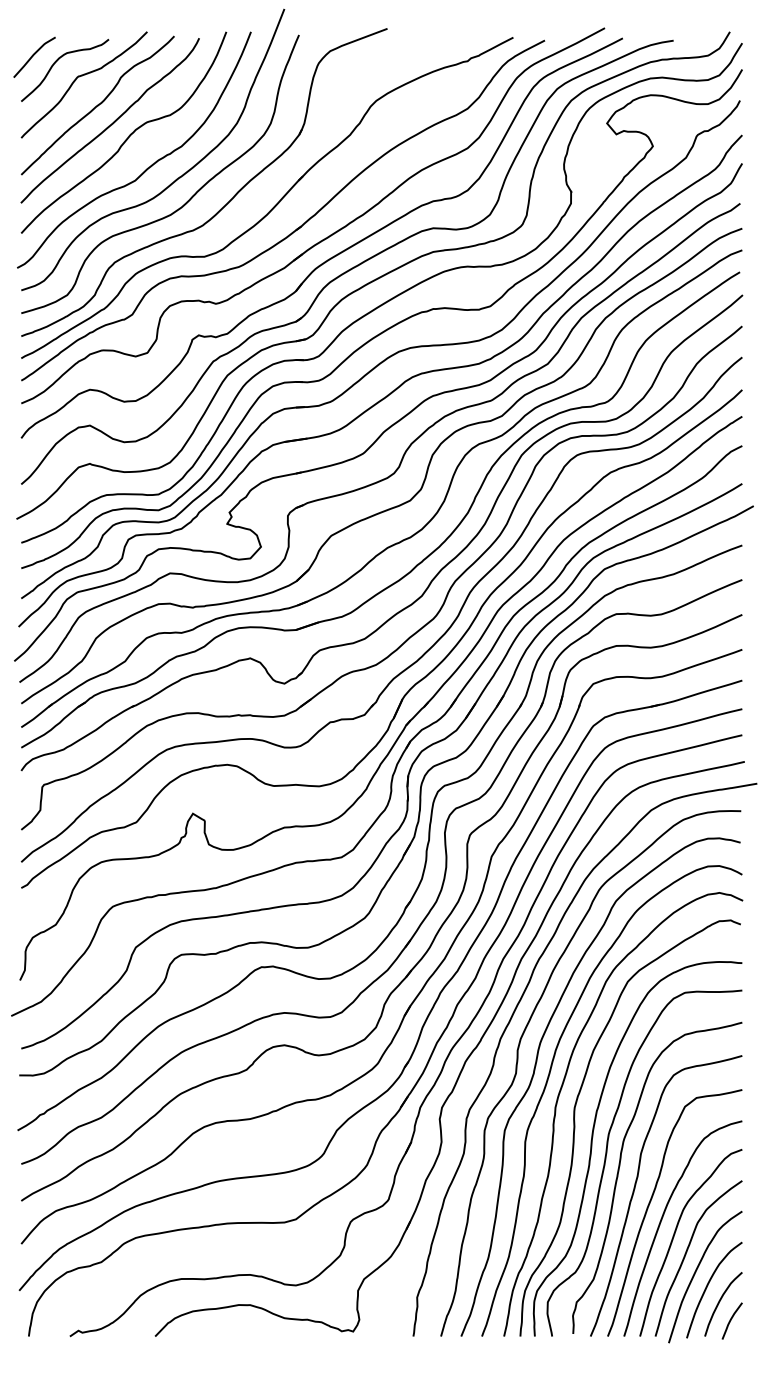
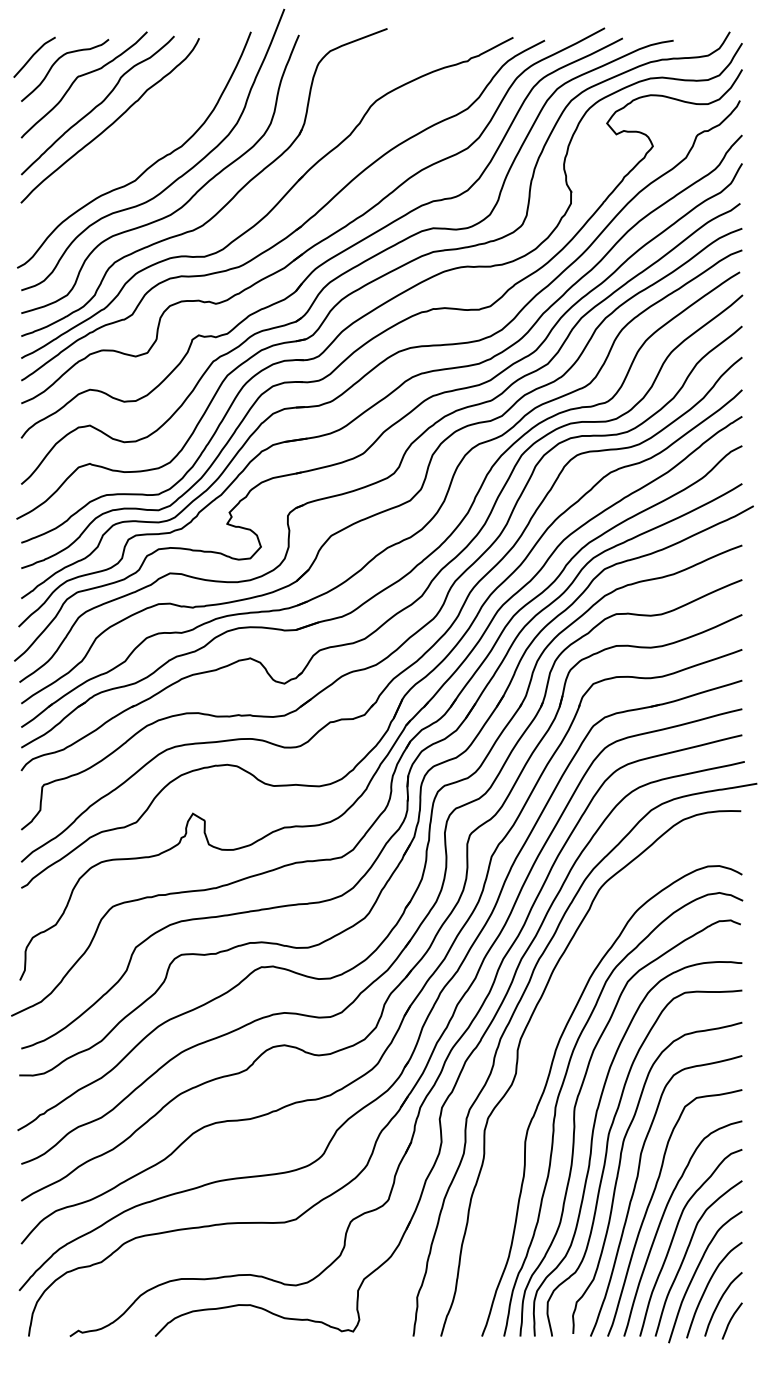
curve at (128, 135): present -> none
curve at (534, 1075): present -> none
